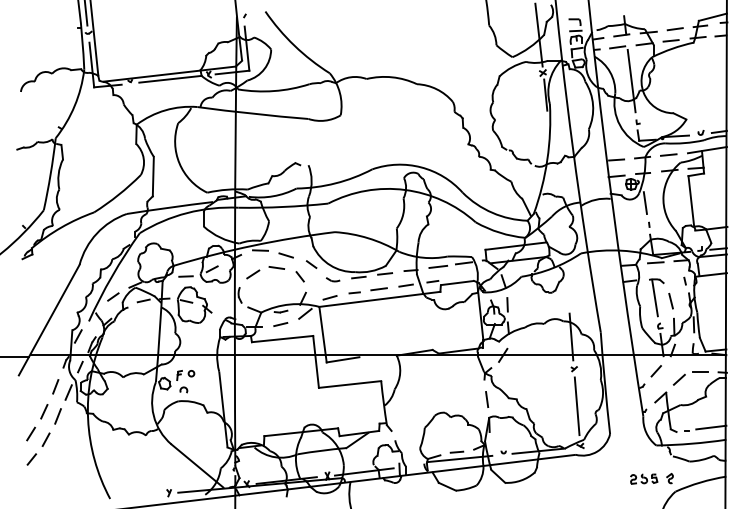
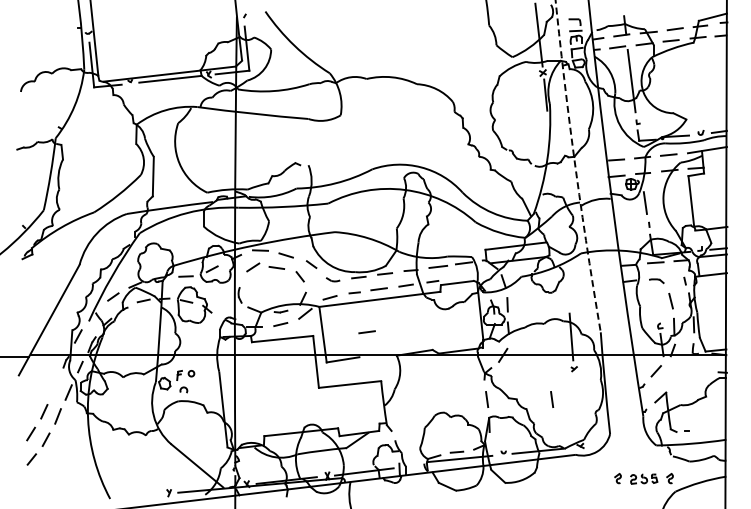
line at (86, 13): present -> none
arc at (575, 166): solid -> dashed
line at (253, 274) position: (253, 274) -> (253, 267)
line at (654, 297): present -> none
line at (366, 332): none -> present
part at (690, 378): present -> none
line at (55, 386): present -> none
line at (552, 399): none -> present
line at (576, 406): present -> none
line at (711, 427): present -> none
part at (617, 478): none -> present
